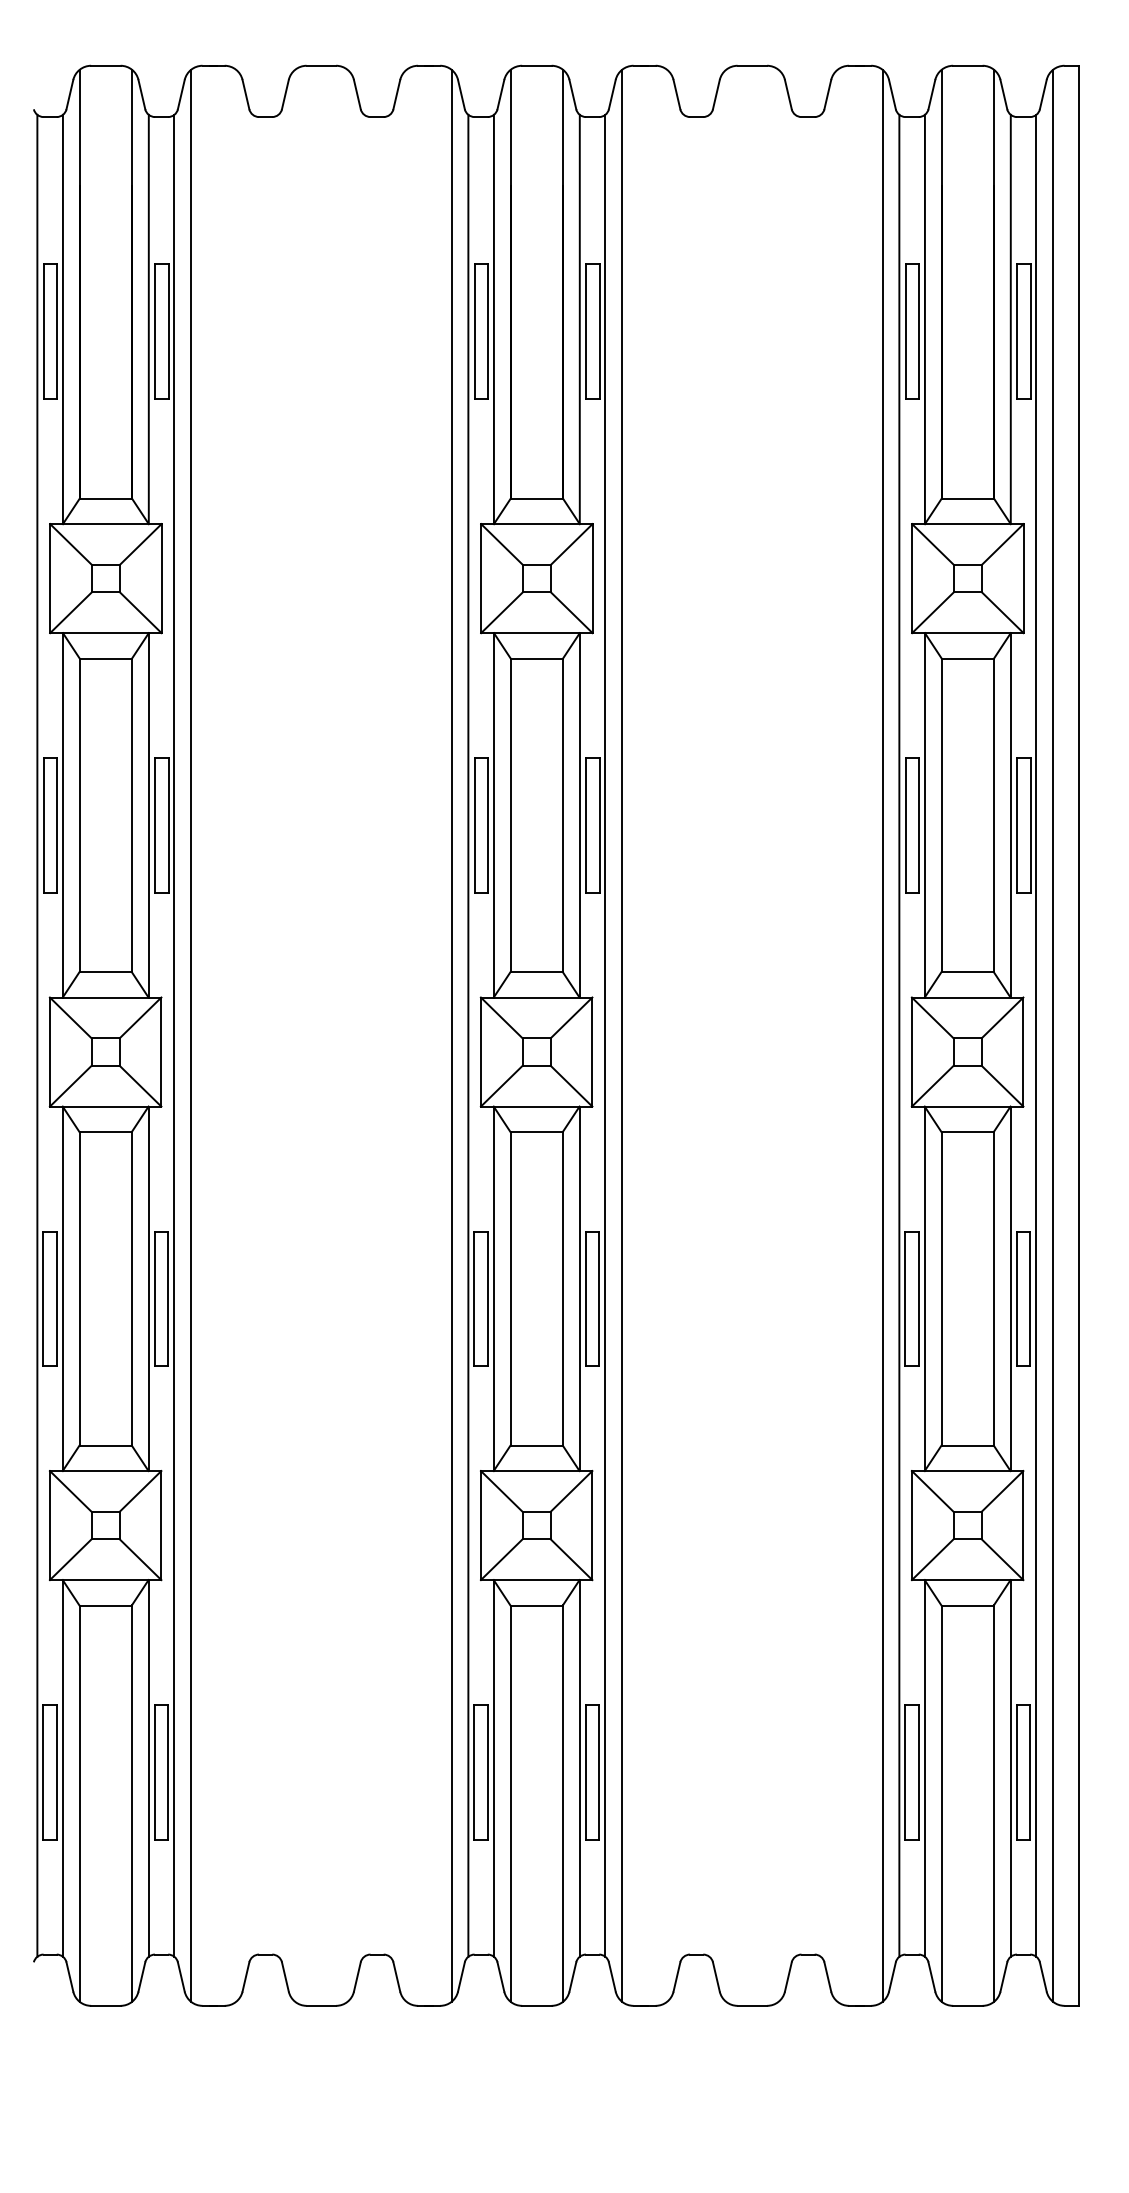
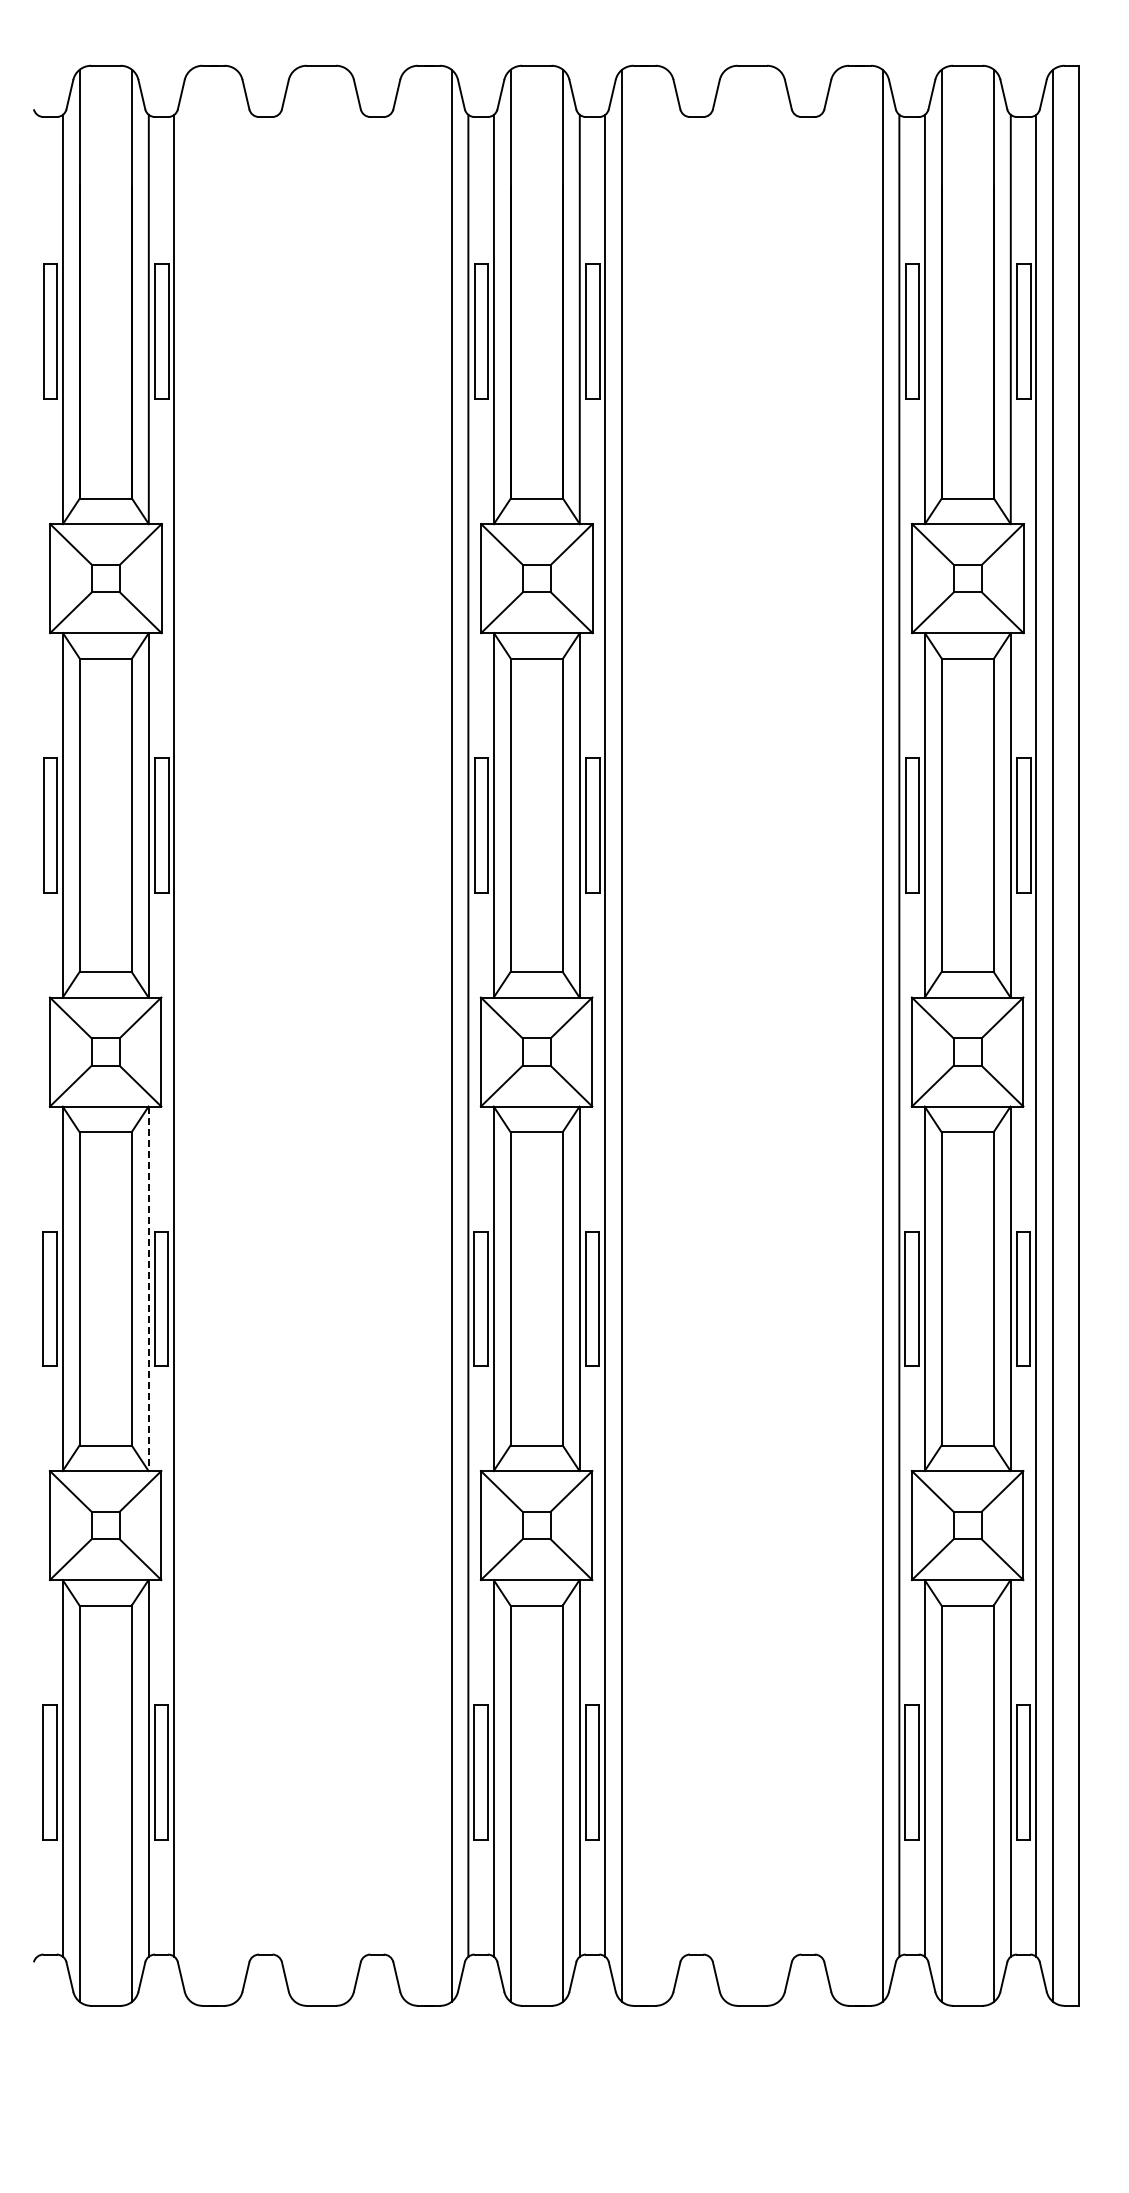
line at (37, 1035): present -> none
line at (191, 1035): present -> none
line at (148, 1289): solid -> dashed
